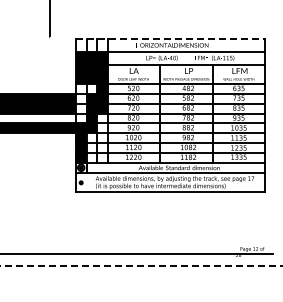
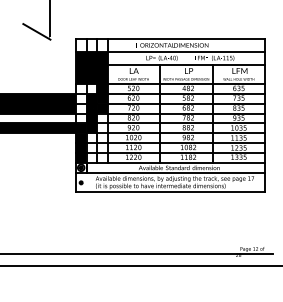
line at (36, 31): none -> present
line at (170, 38): dashed -> solid
line at (141, 266): dashed -> solid
